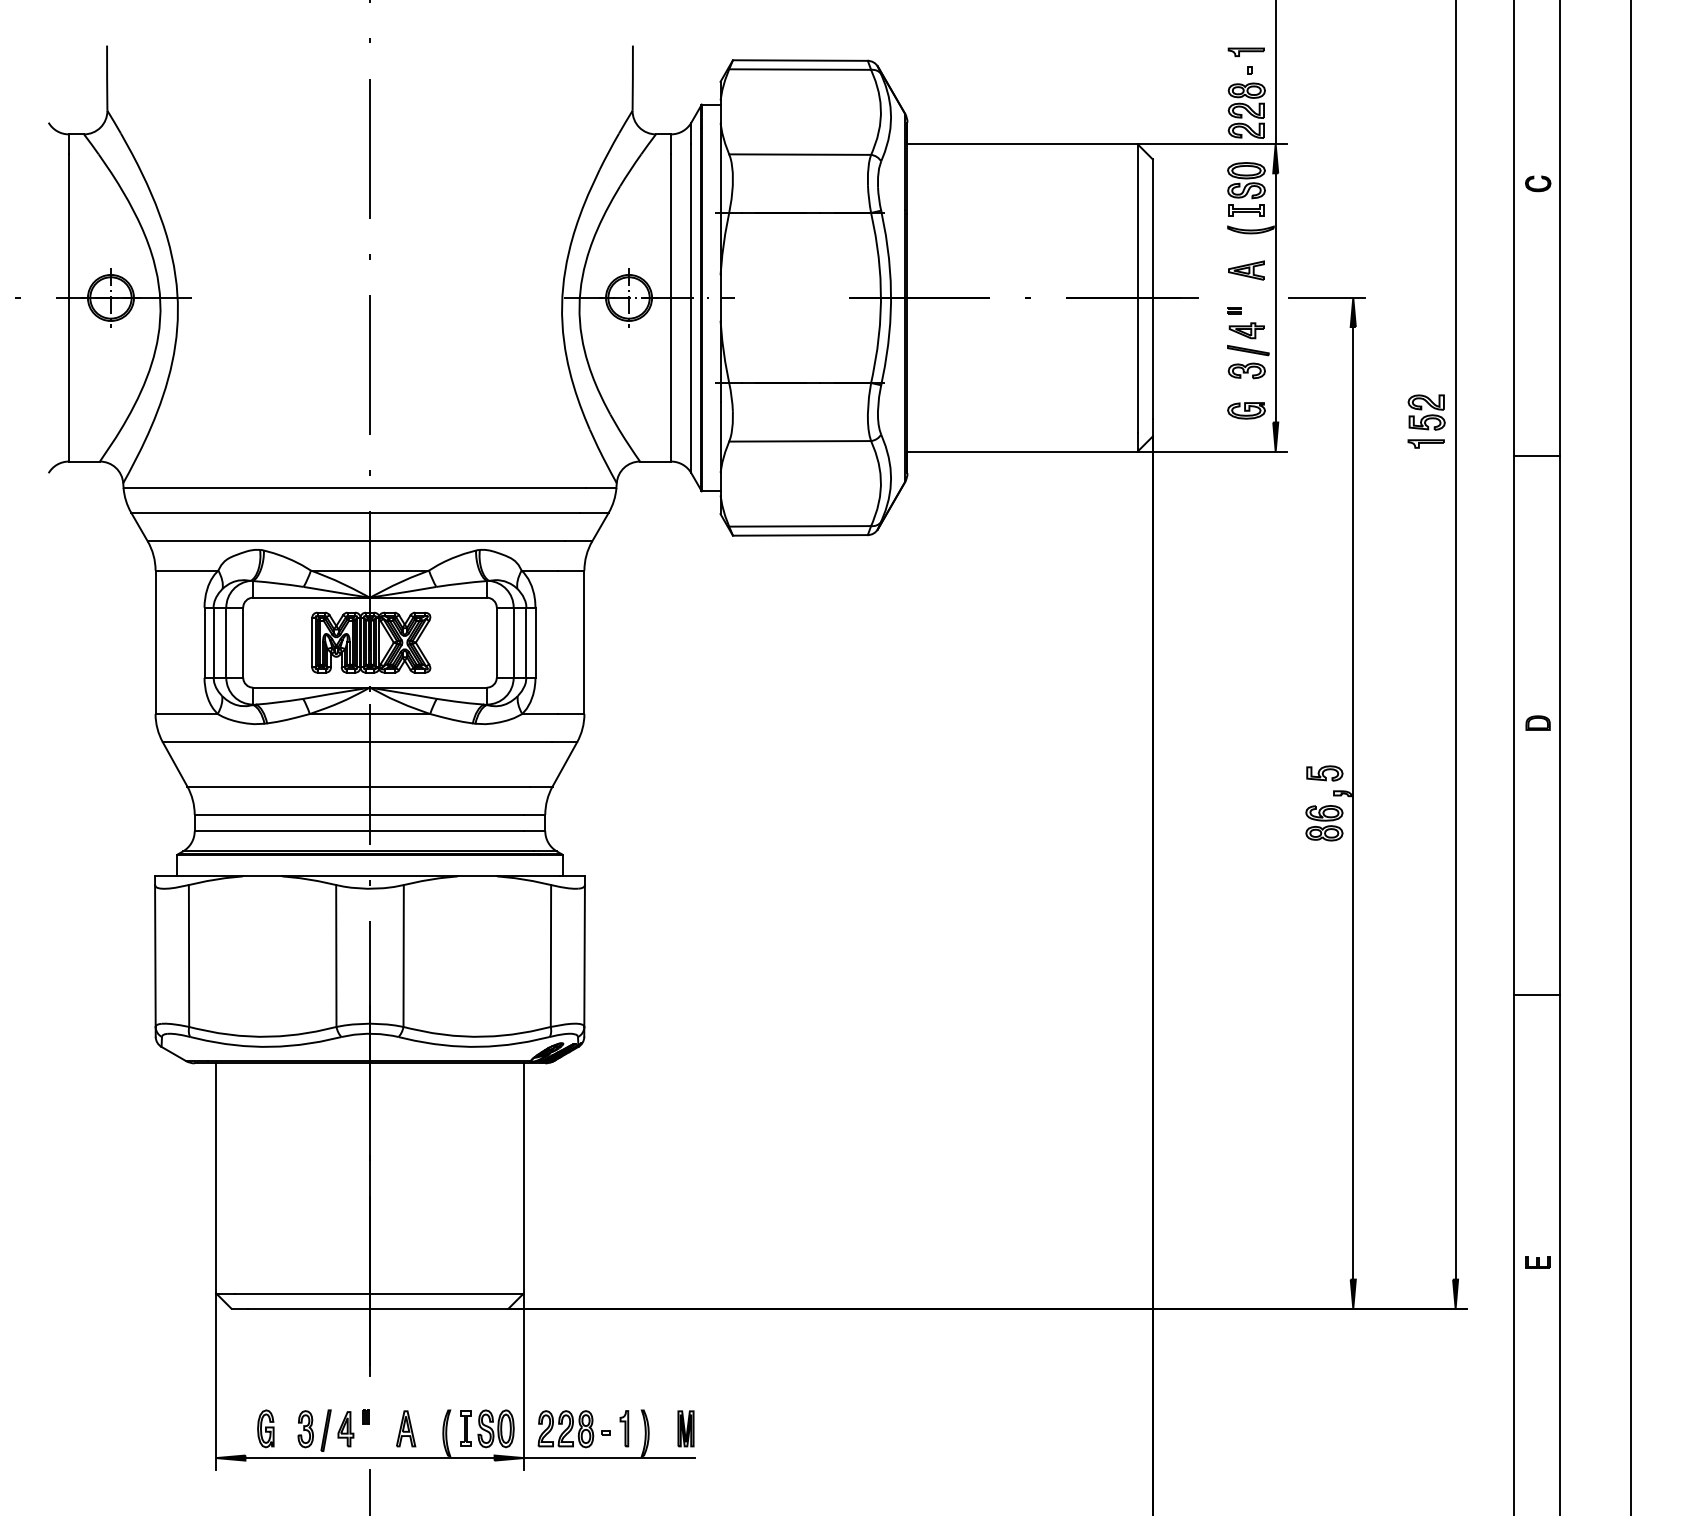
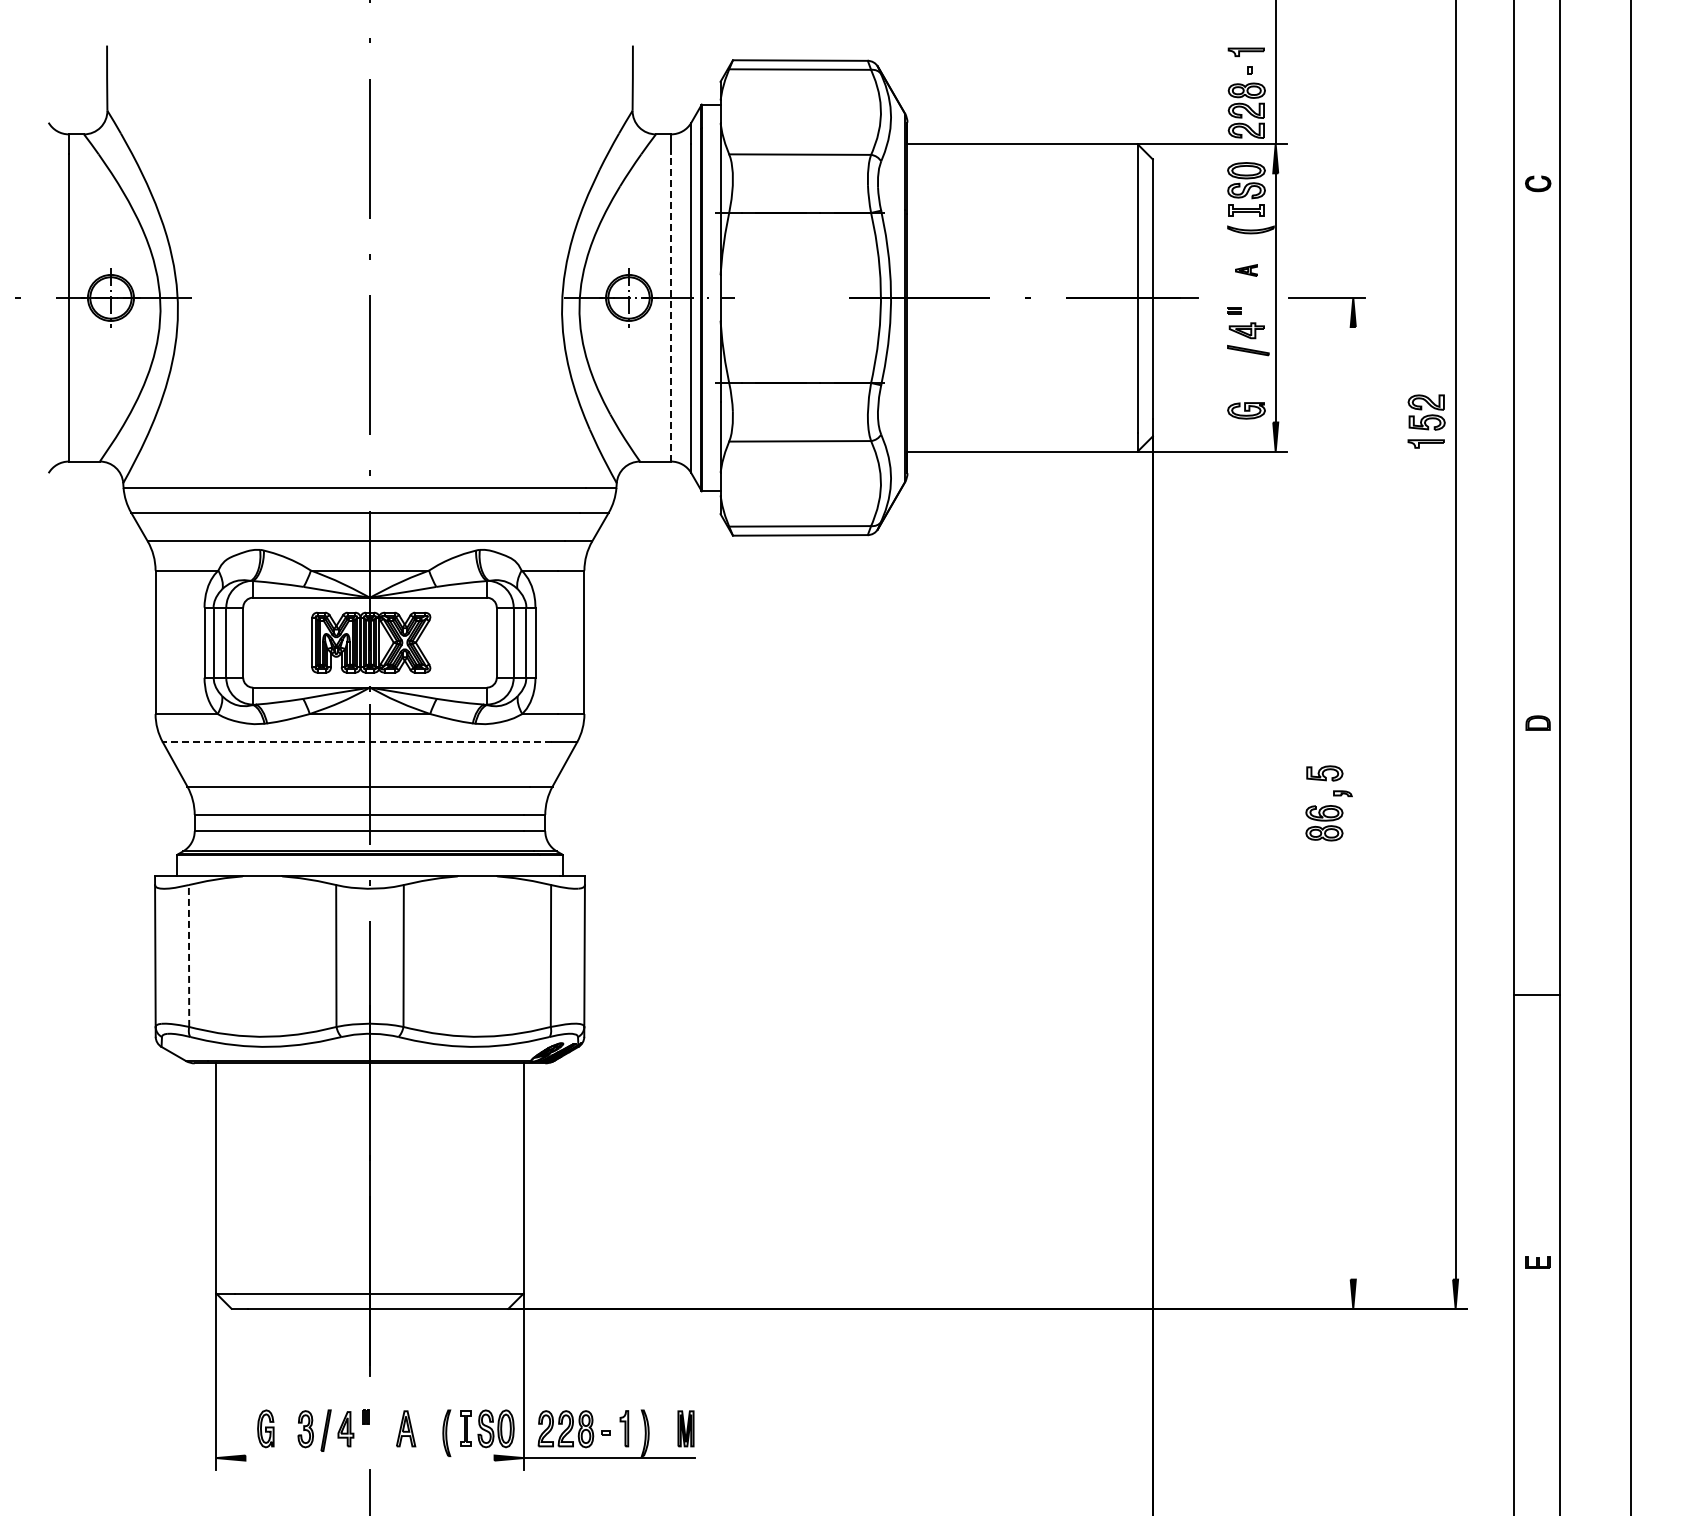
part at (1246, 270) size: 37x21 px -> 23x13 px
line at (671, 307): solid -> dashed
part at (1246, 370): present -> none
line at (1536, 455): present -> none
line at (356, 742): solid -> dashed
line at (1353, 803): present -> none
line at (189, 956): solid -> dashed
line at (369, 1458): present -> none
